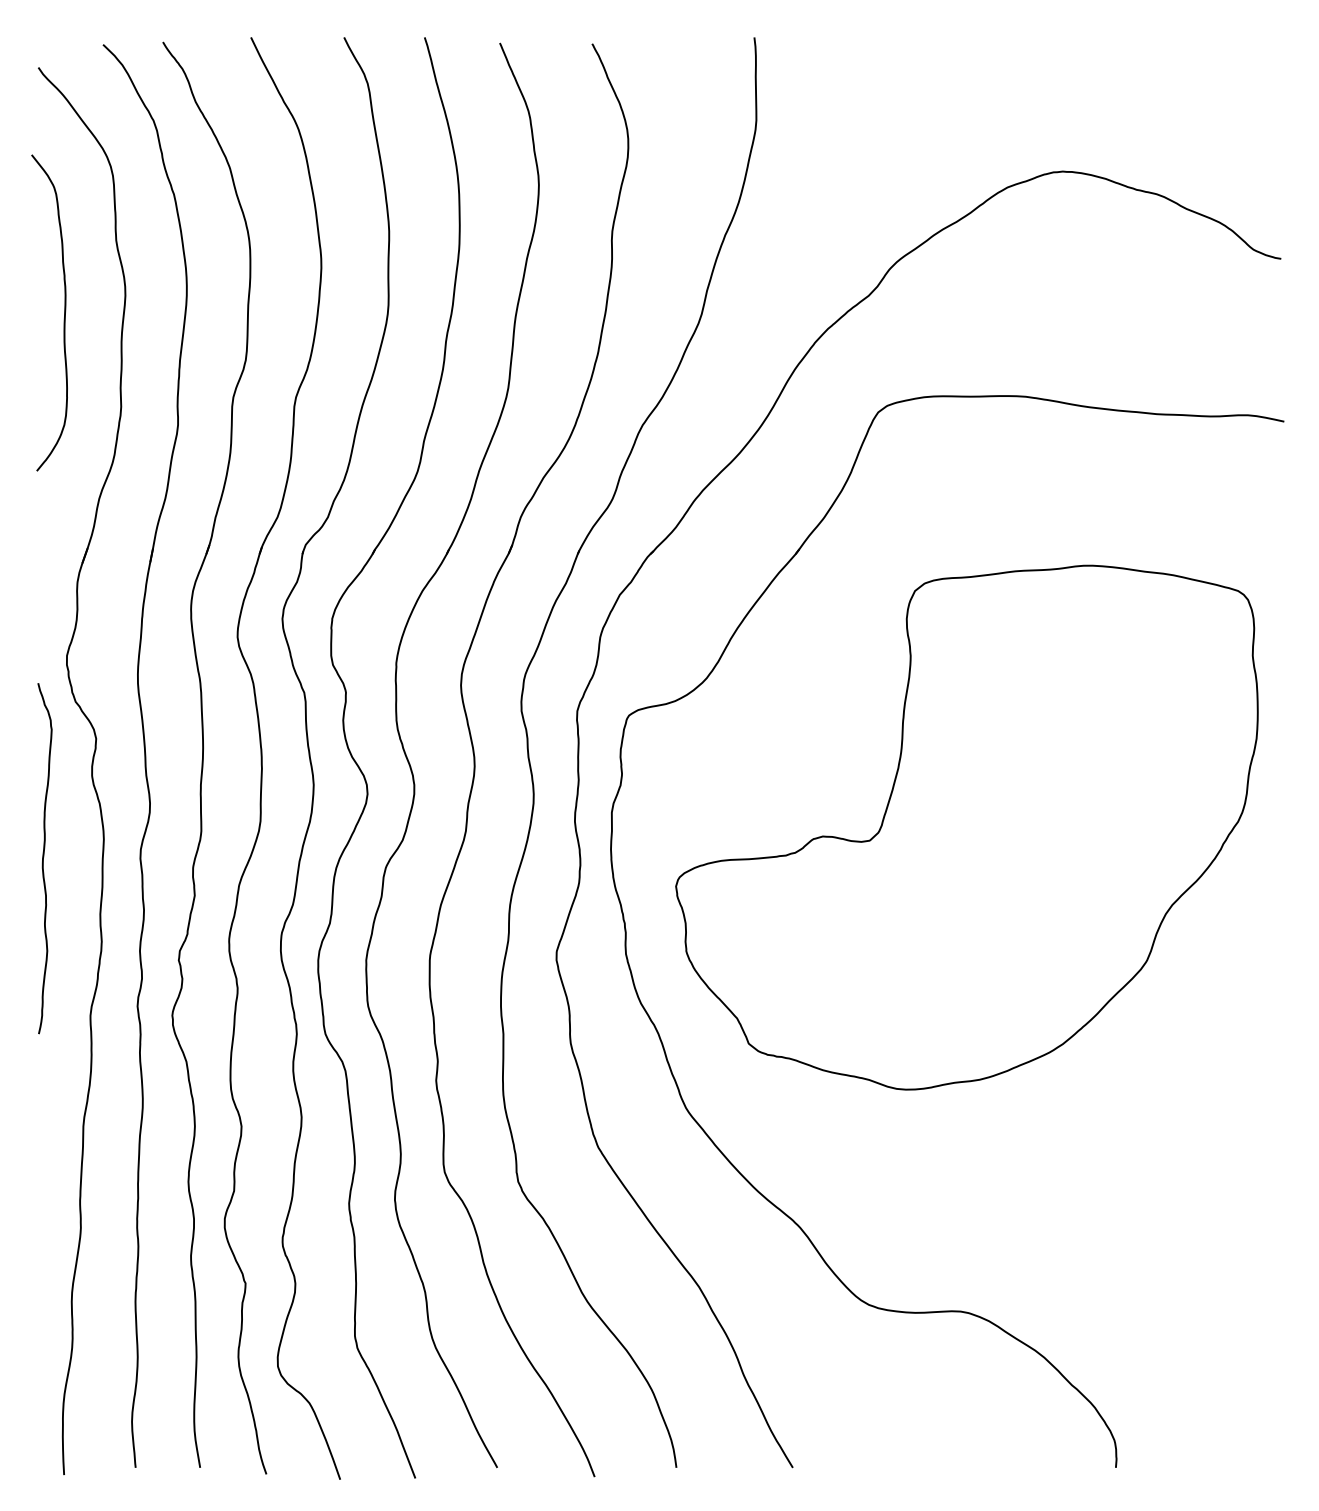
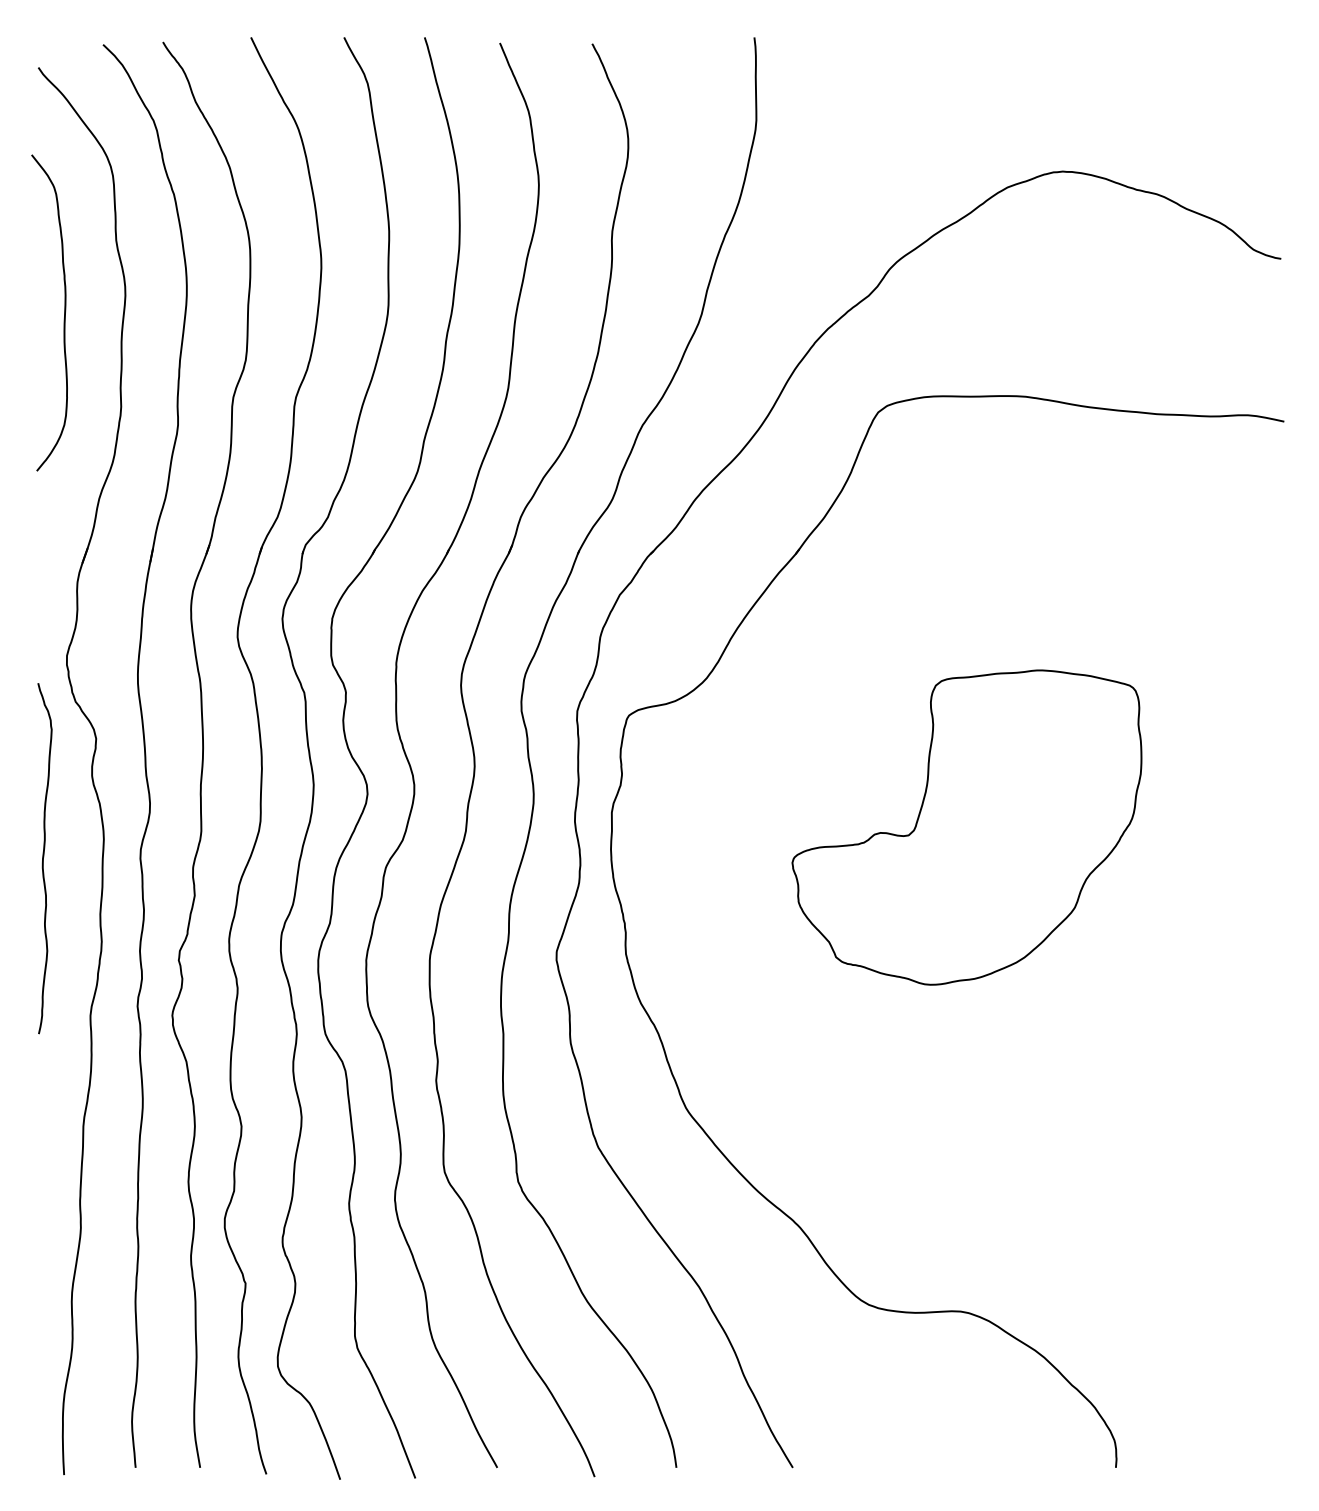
part at (966, 827) size: 584x527 px -> 352x317 px
